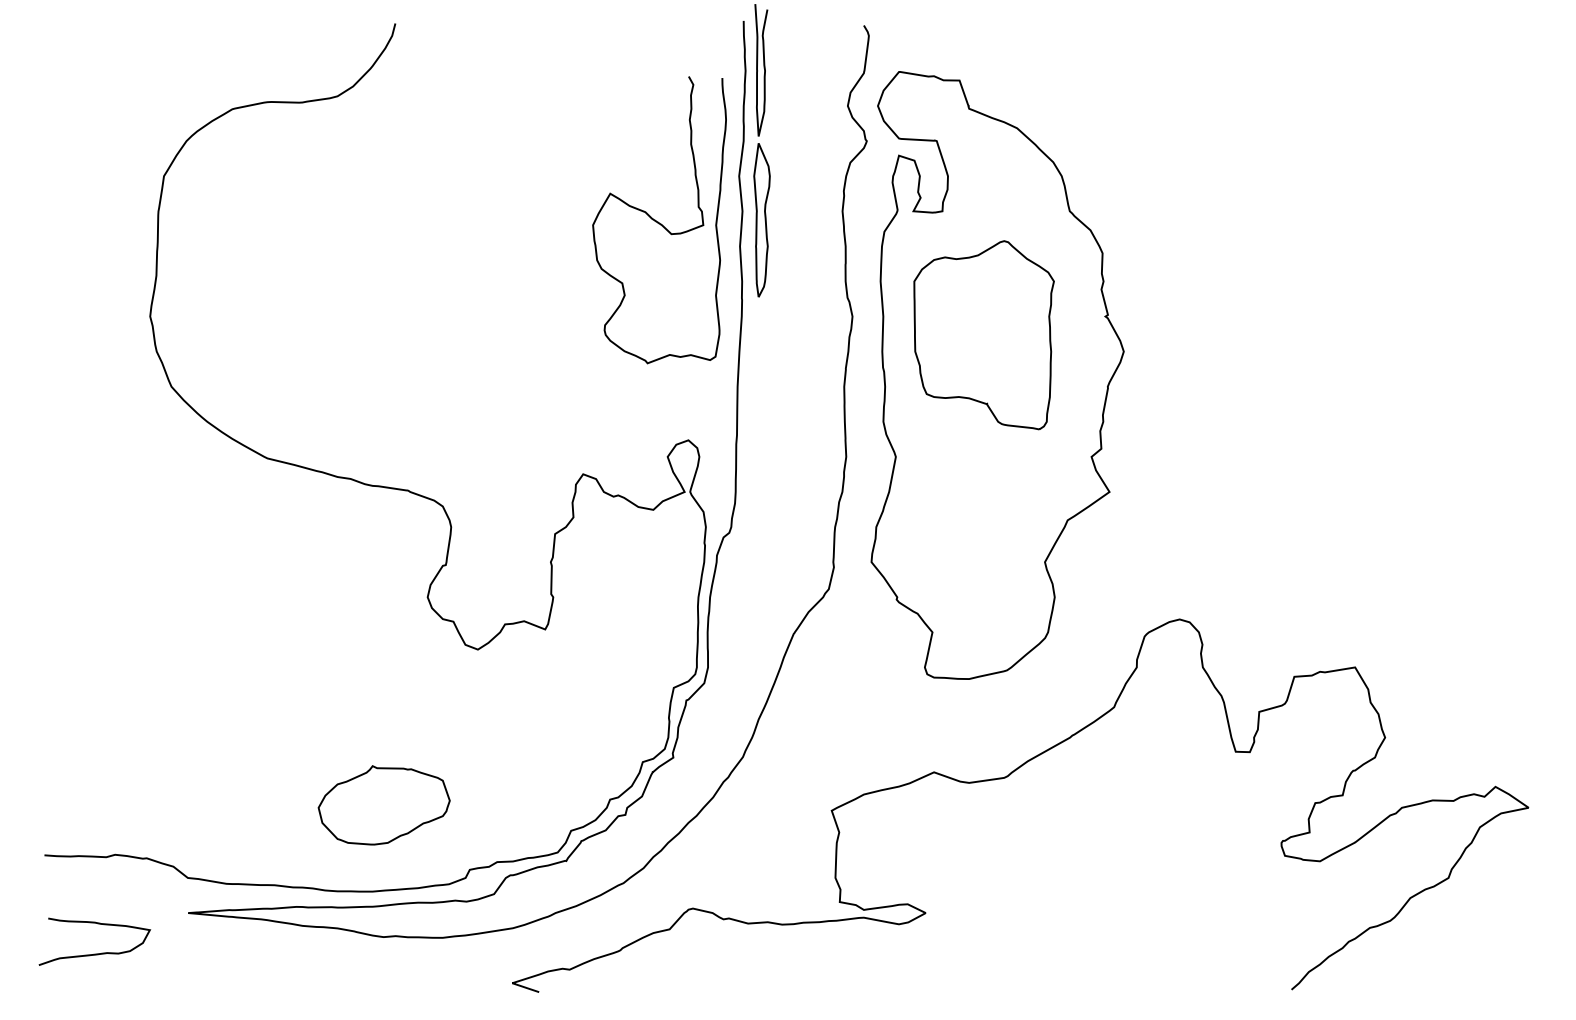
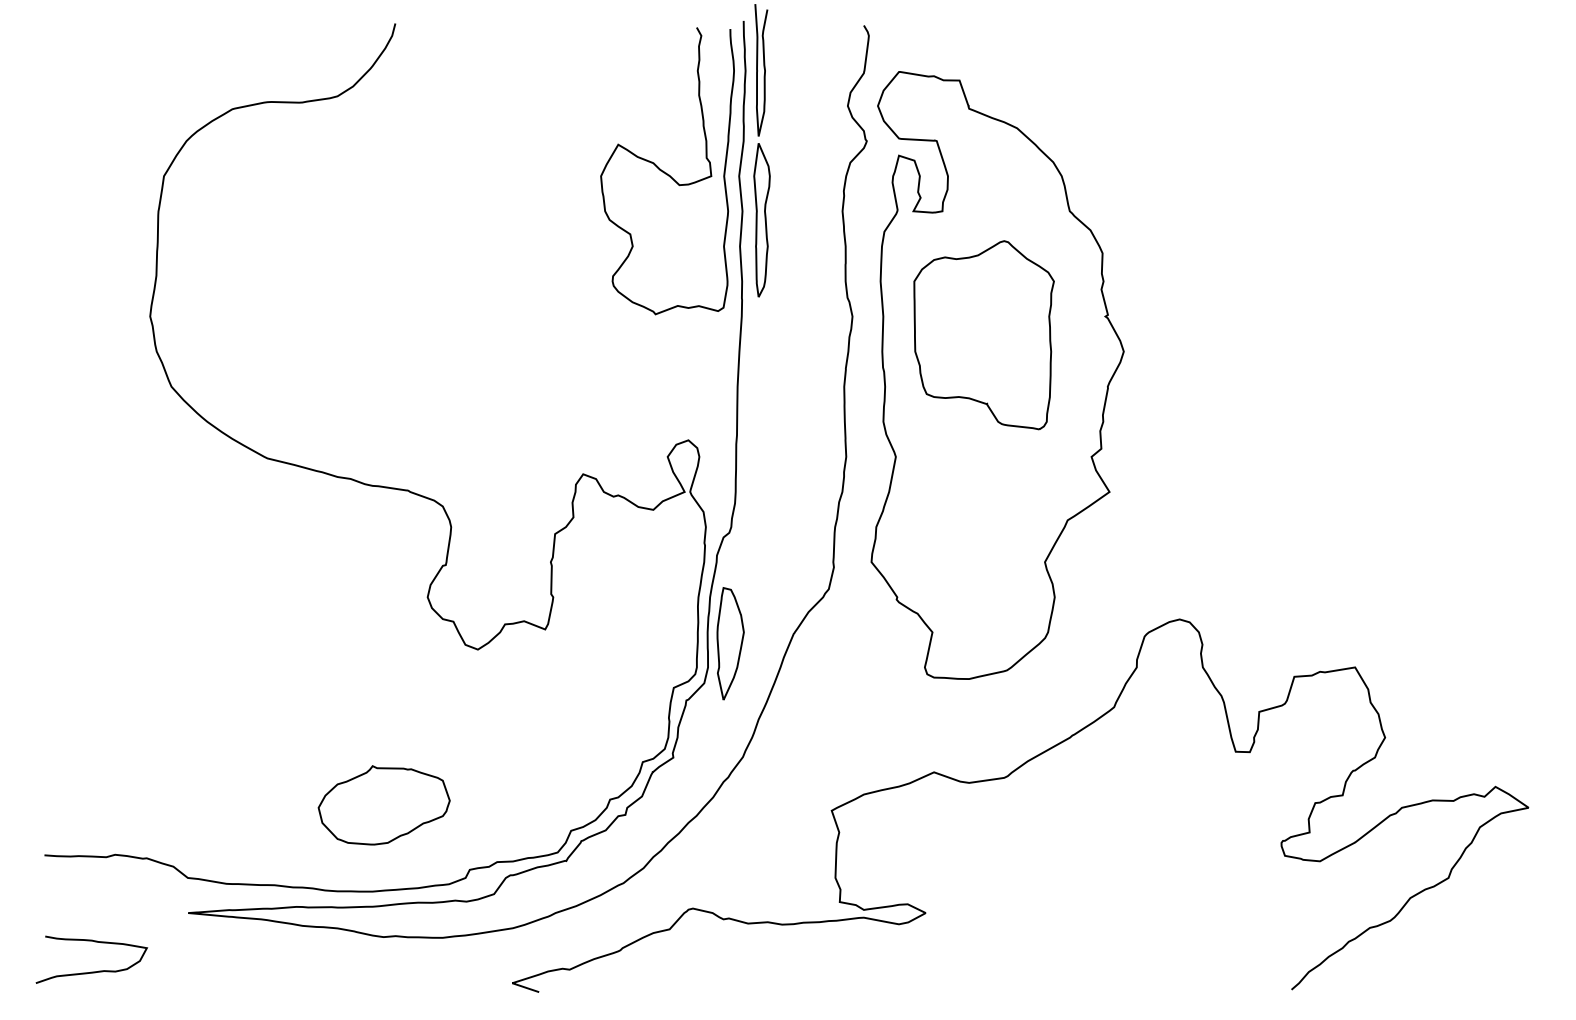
curve at (658, 221) position: (658, 221) -> (666, 172)
part at (730, 643): none -> present
curve at (94, 953) position: (94, 953) -> (91, 971)
